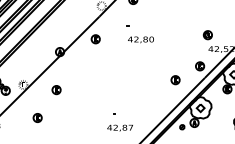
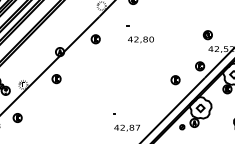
part at (56, 90) position: (56, 90) -> (56, 79)
part at (37, 117) position: (37, 117) -> (17, 117)
text at (119, 127) position: (119, 127) -> (126, 127)
